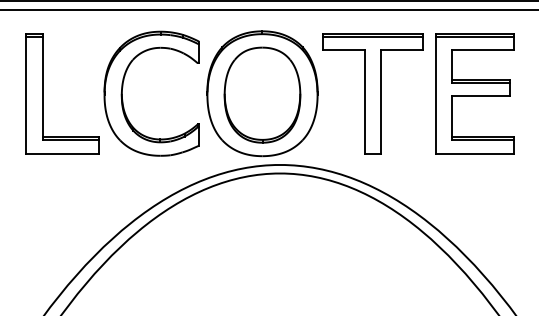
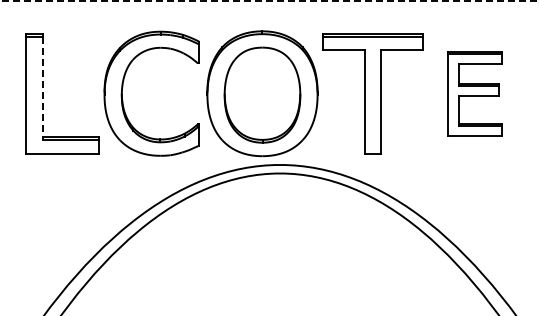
line at (269, 1): solid -> dashed
line at (268, 9): present -> none
line at (42, 88): solid -> dashed
part at (474, 93) size: 80x122 px -> 56x86 px
